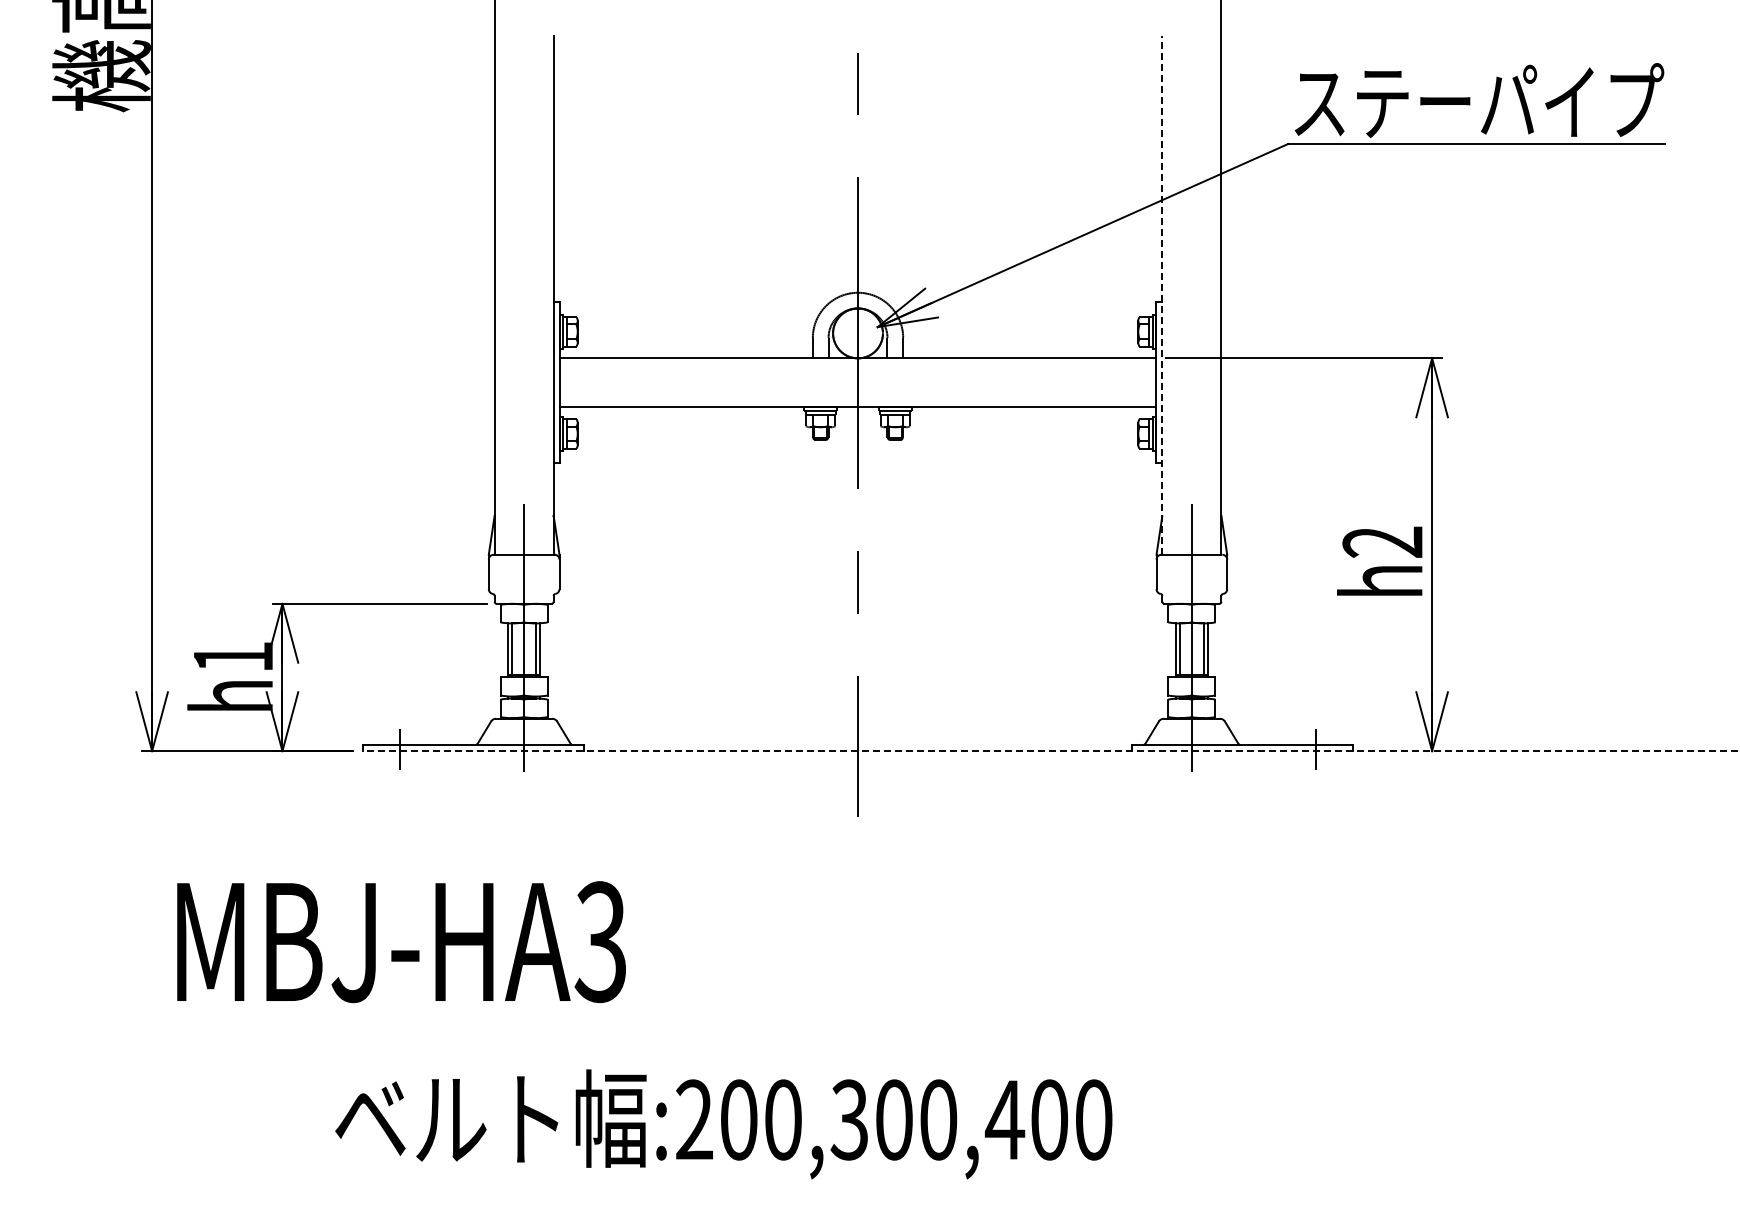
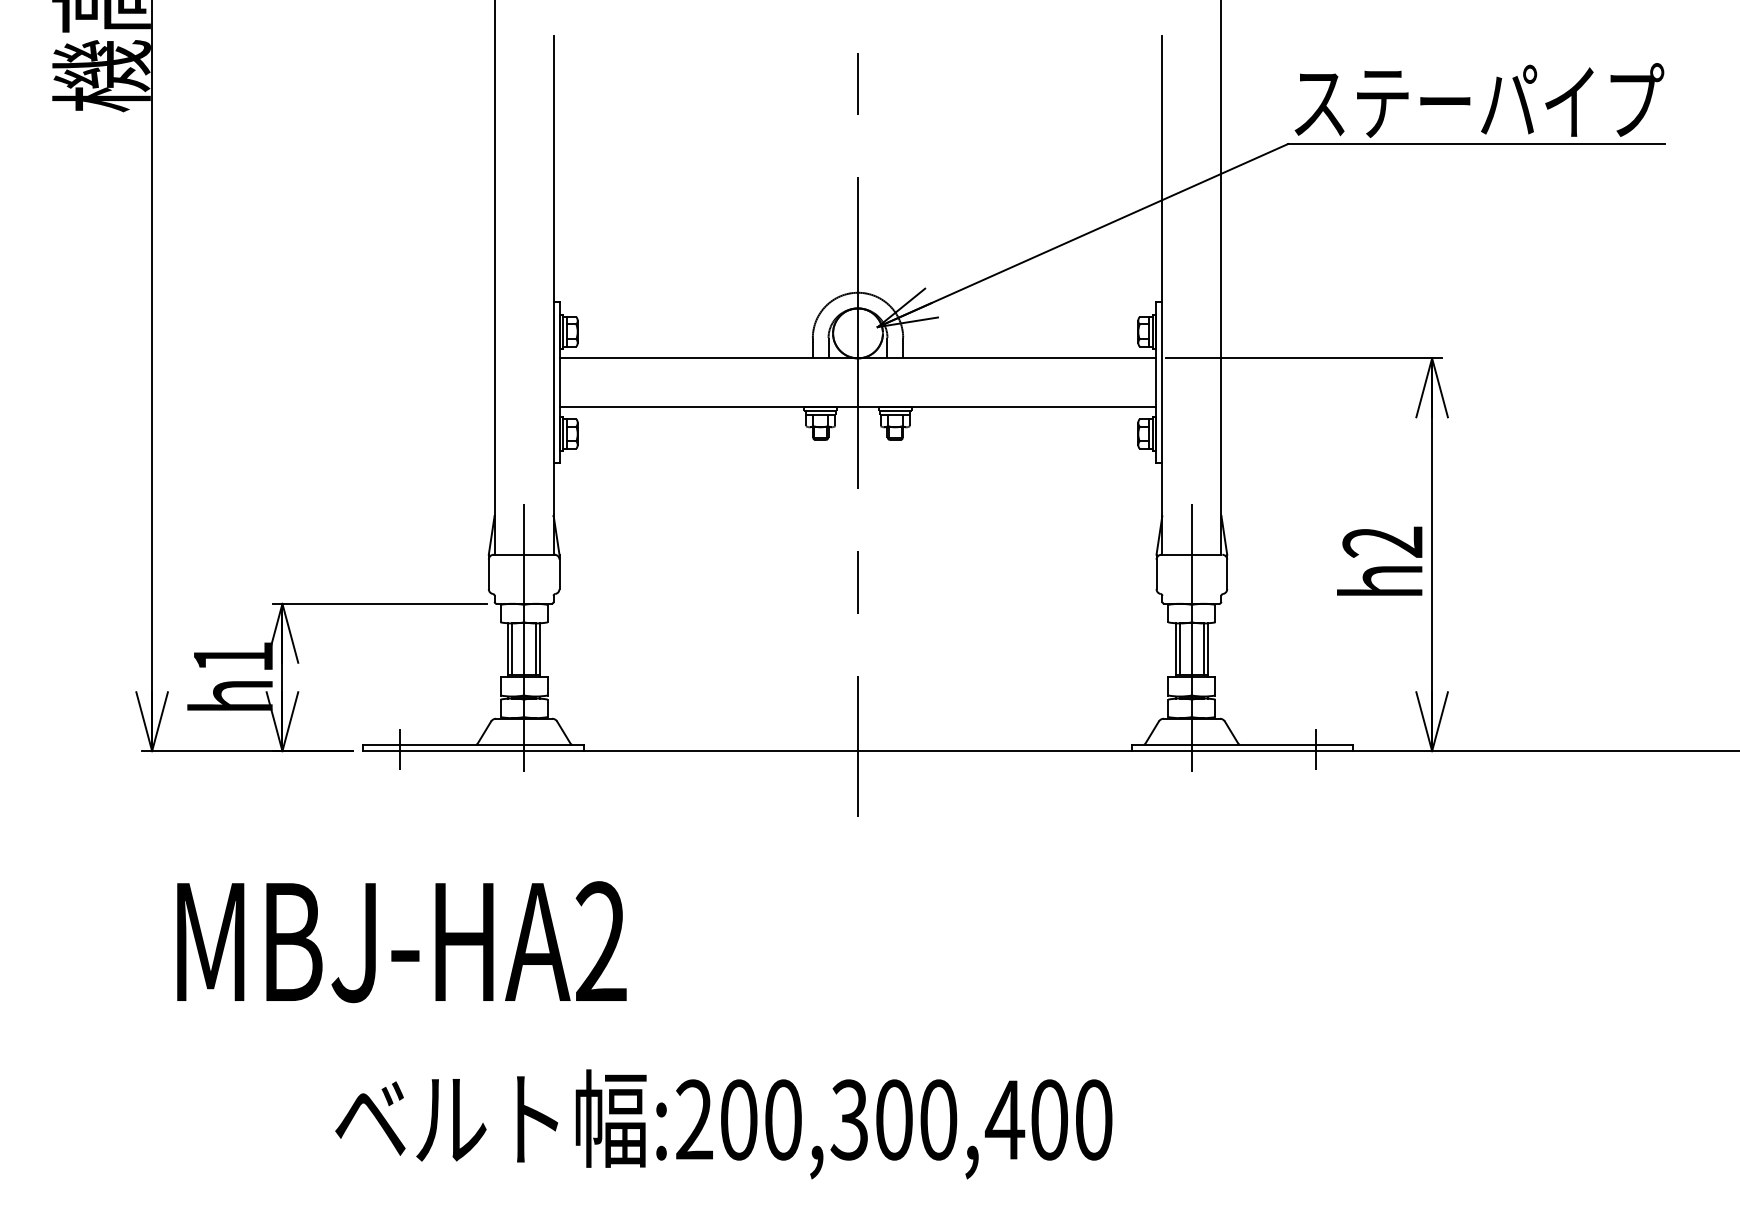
line at (1162, 295): dashed -> solid
line at (1050, 751): dashed -> solid
text at (600, 942): MBJ-HA3 -> MBJ-HA2
